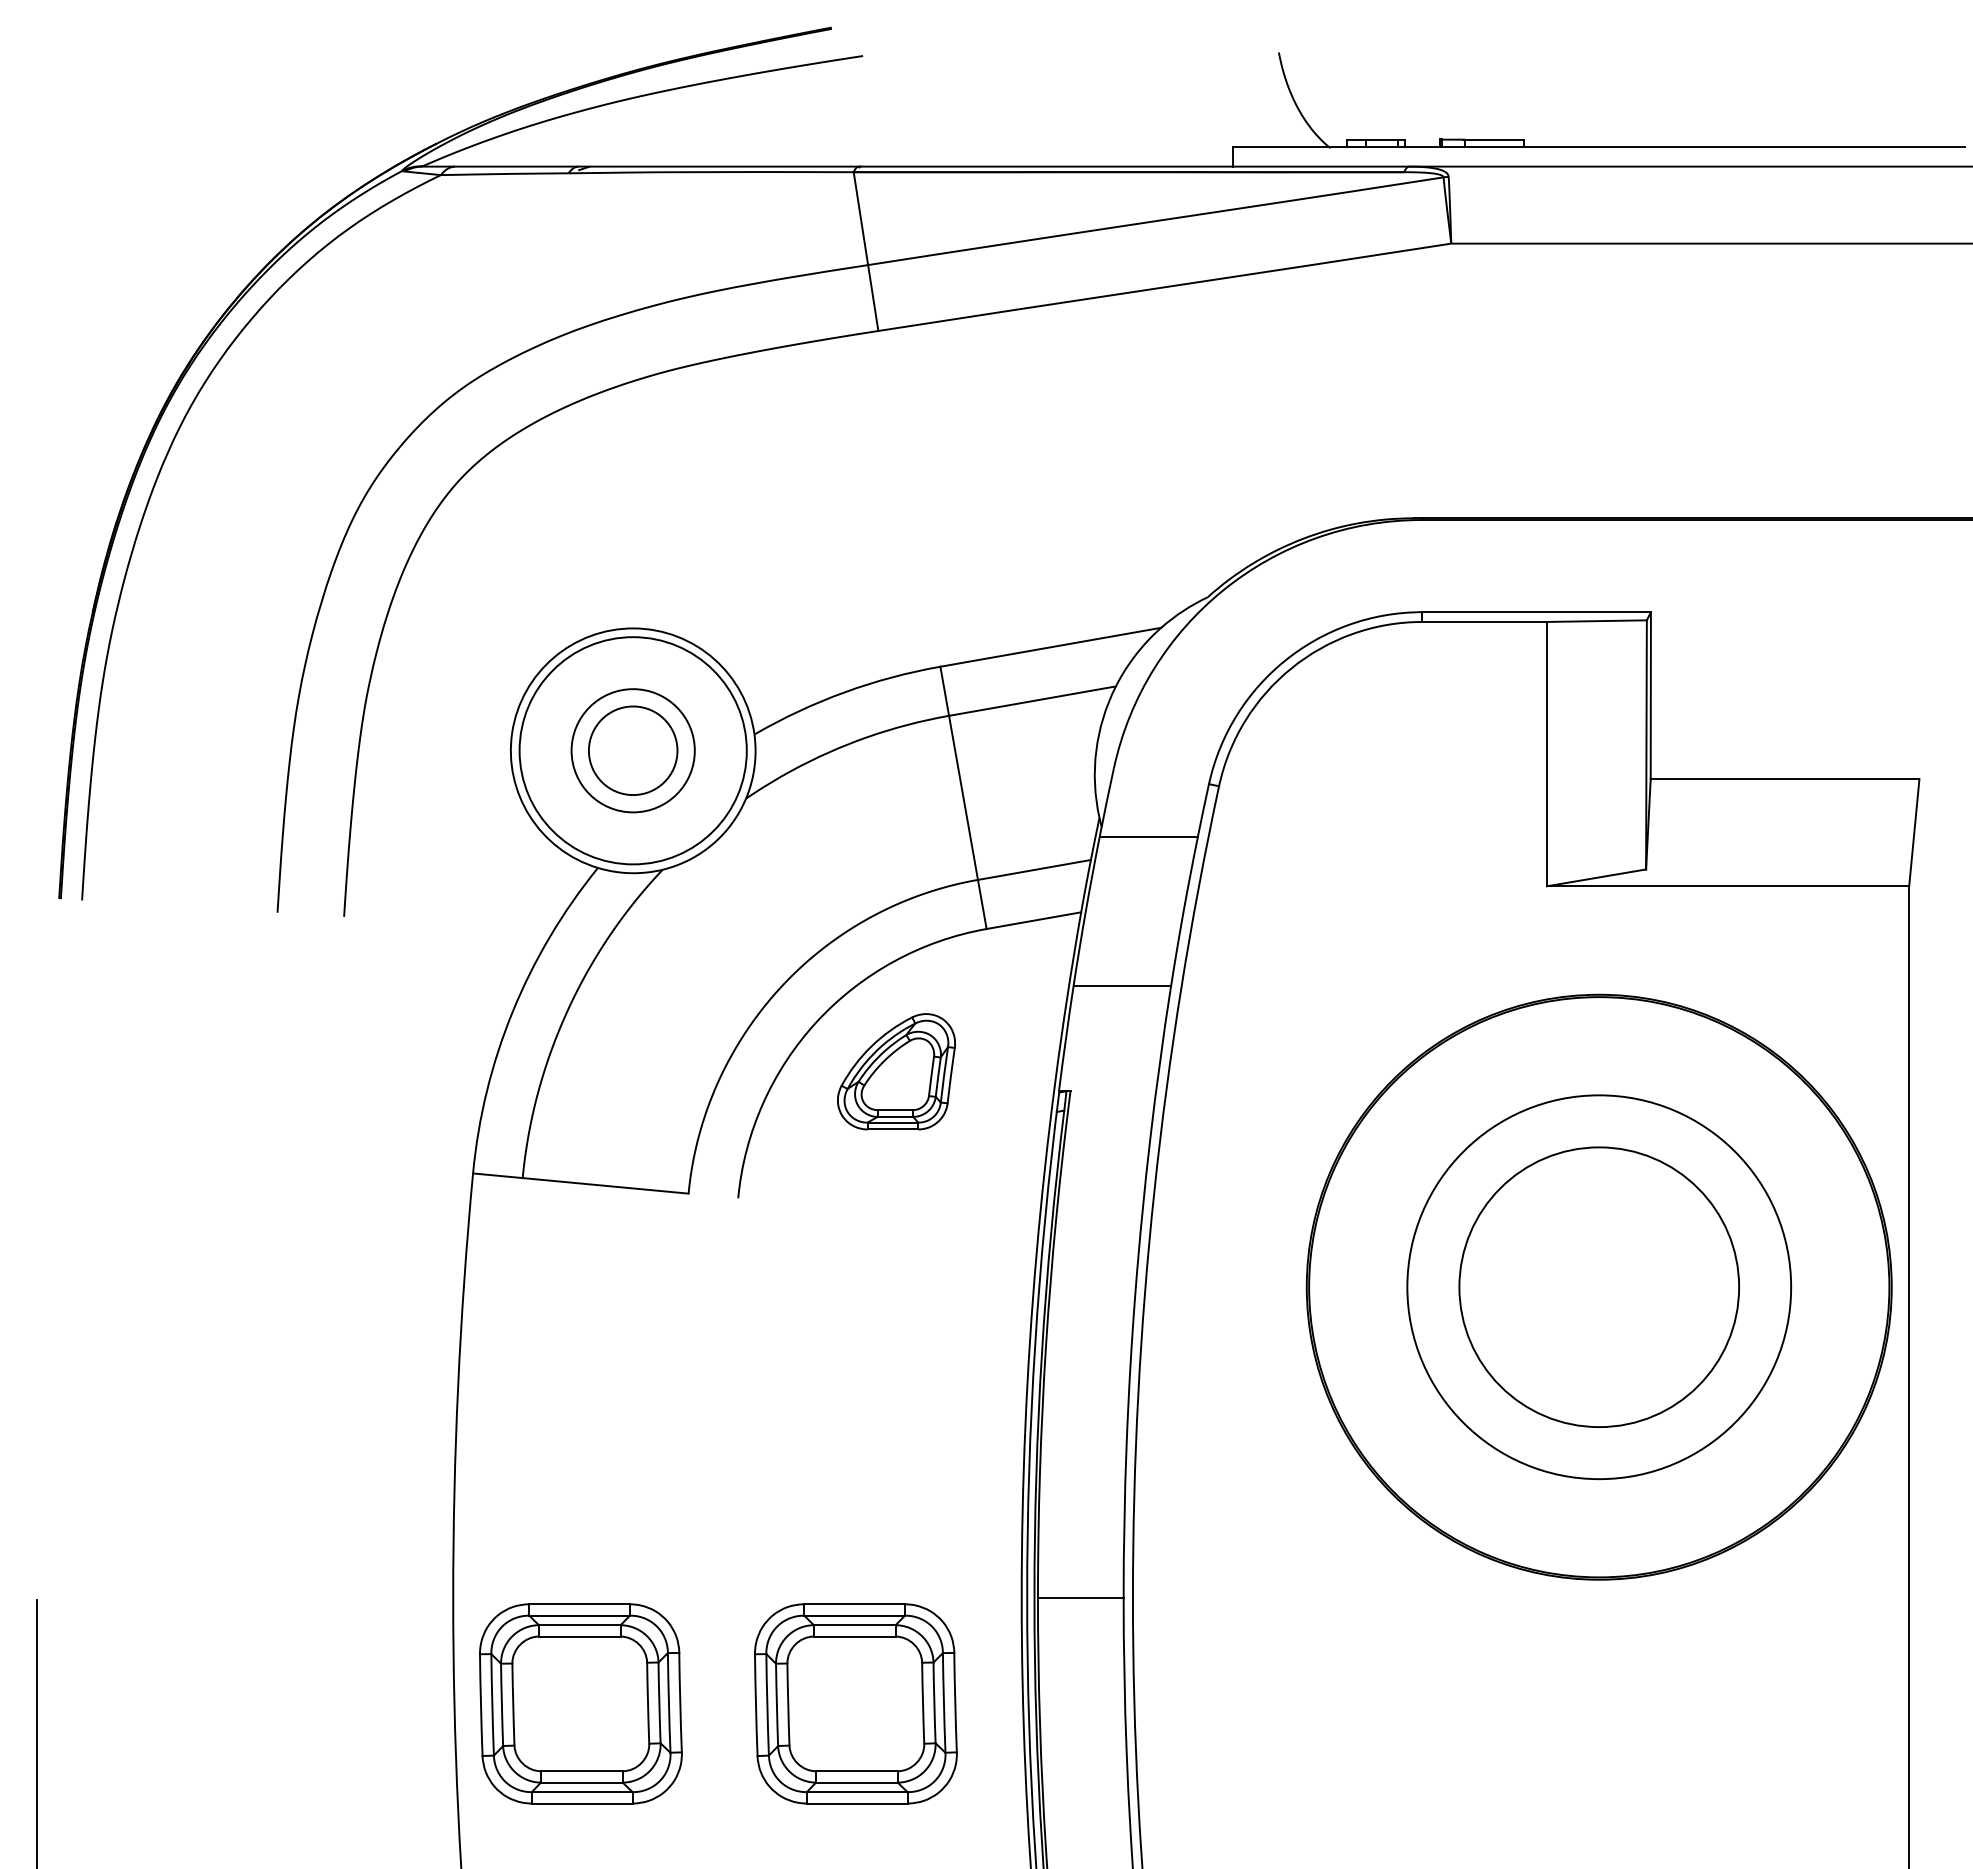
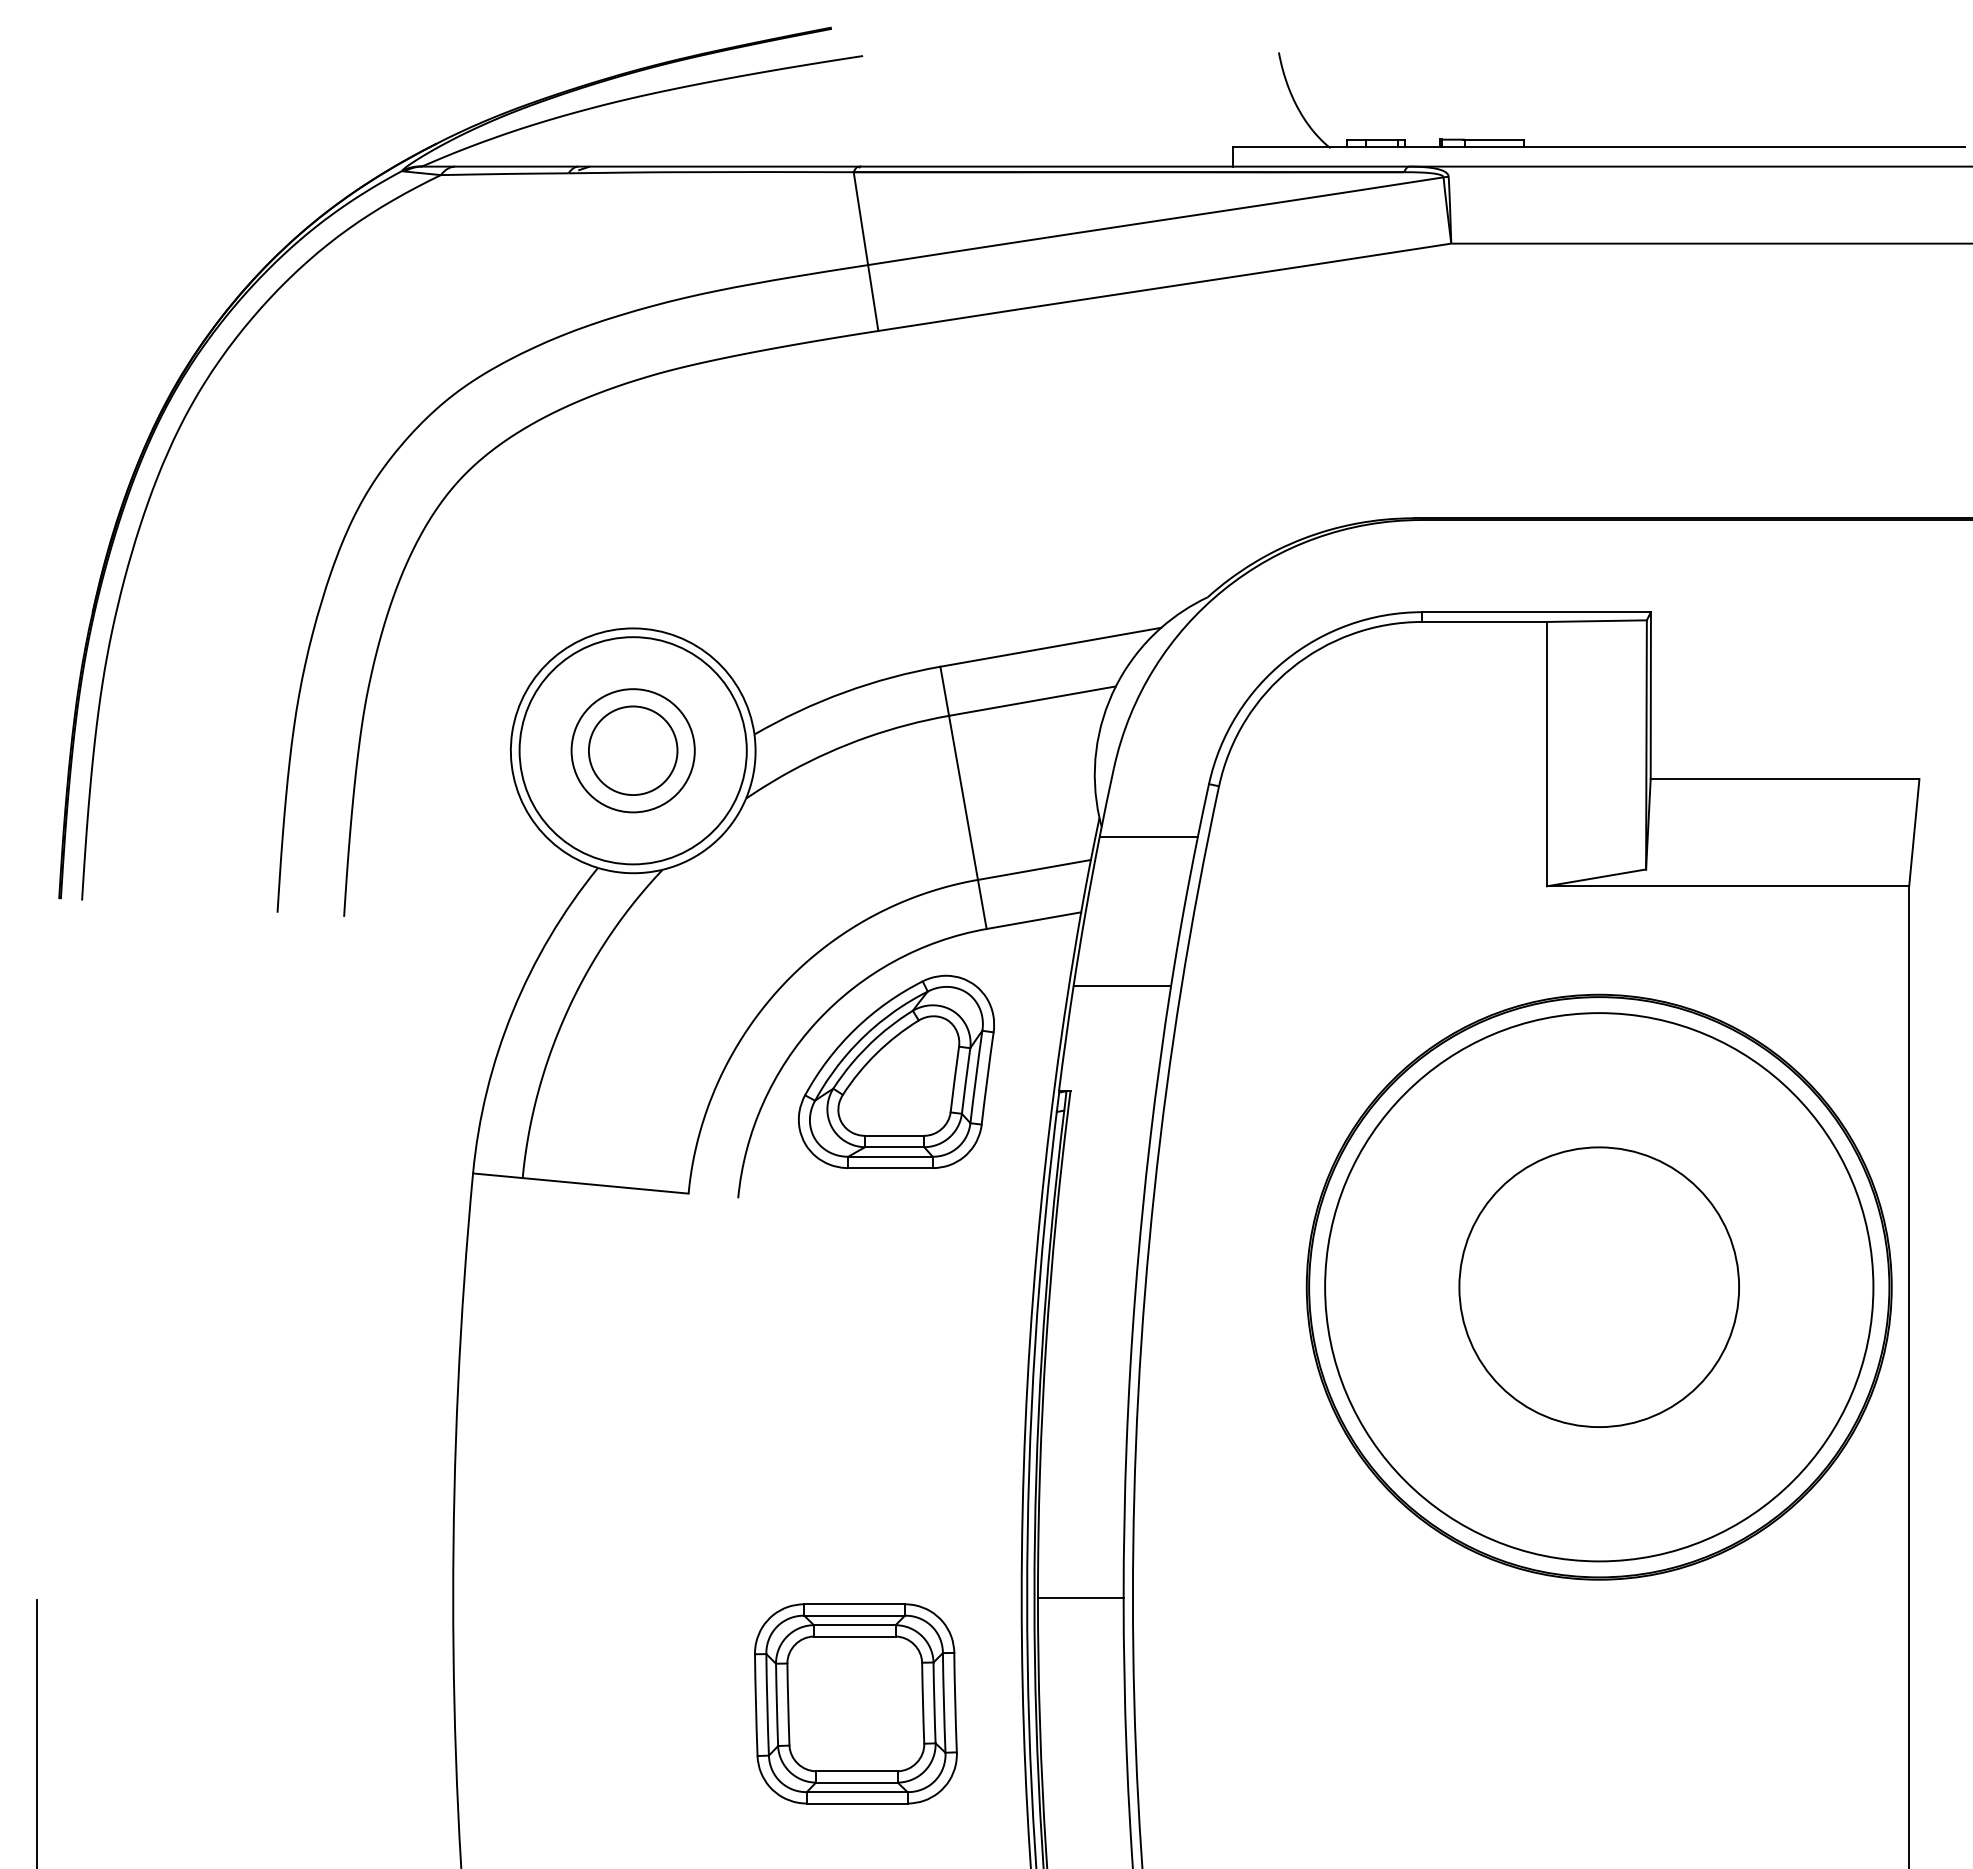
part at (896, 1071) size: 119x118 px -> 197x195 px
circle at (1599, 1287) diameter: 384 px -> 548 px
part at (580, 1703): present -> none
